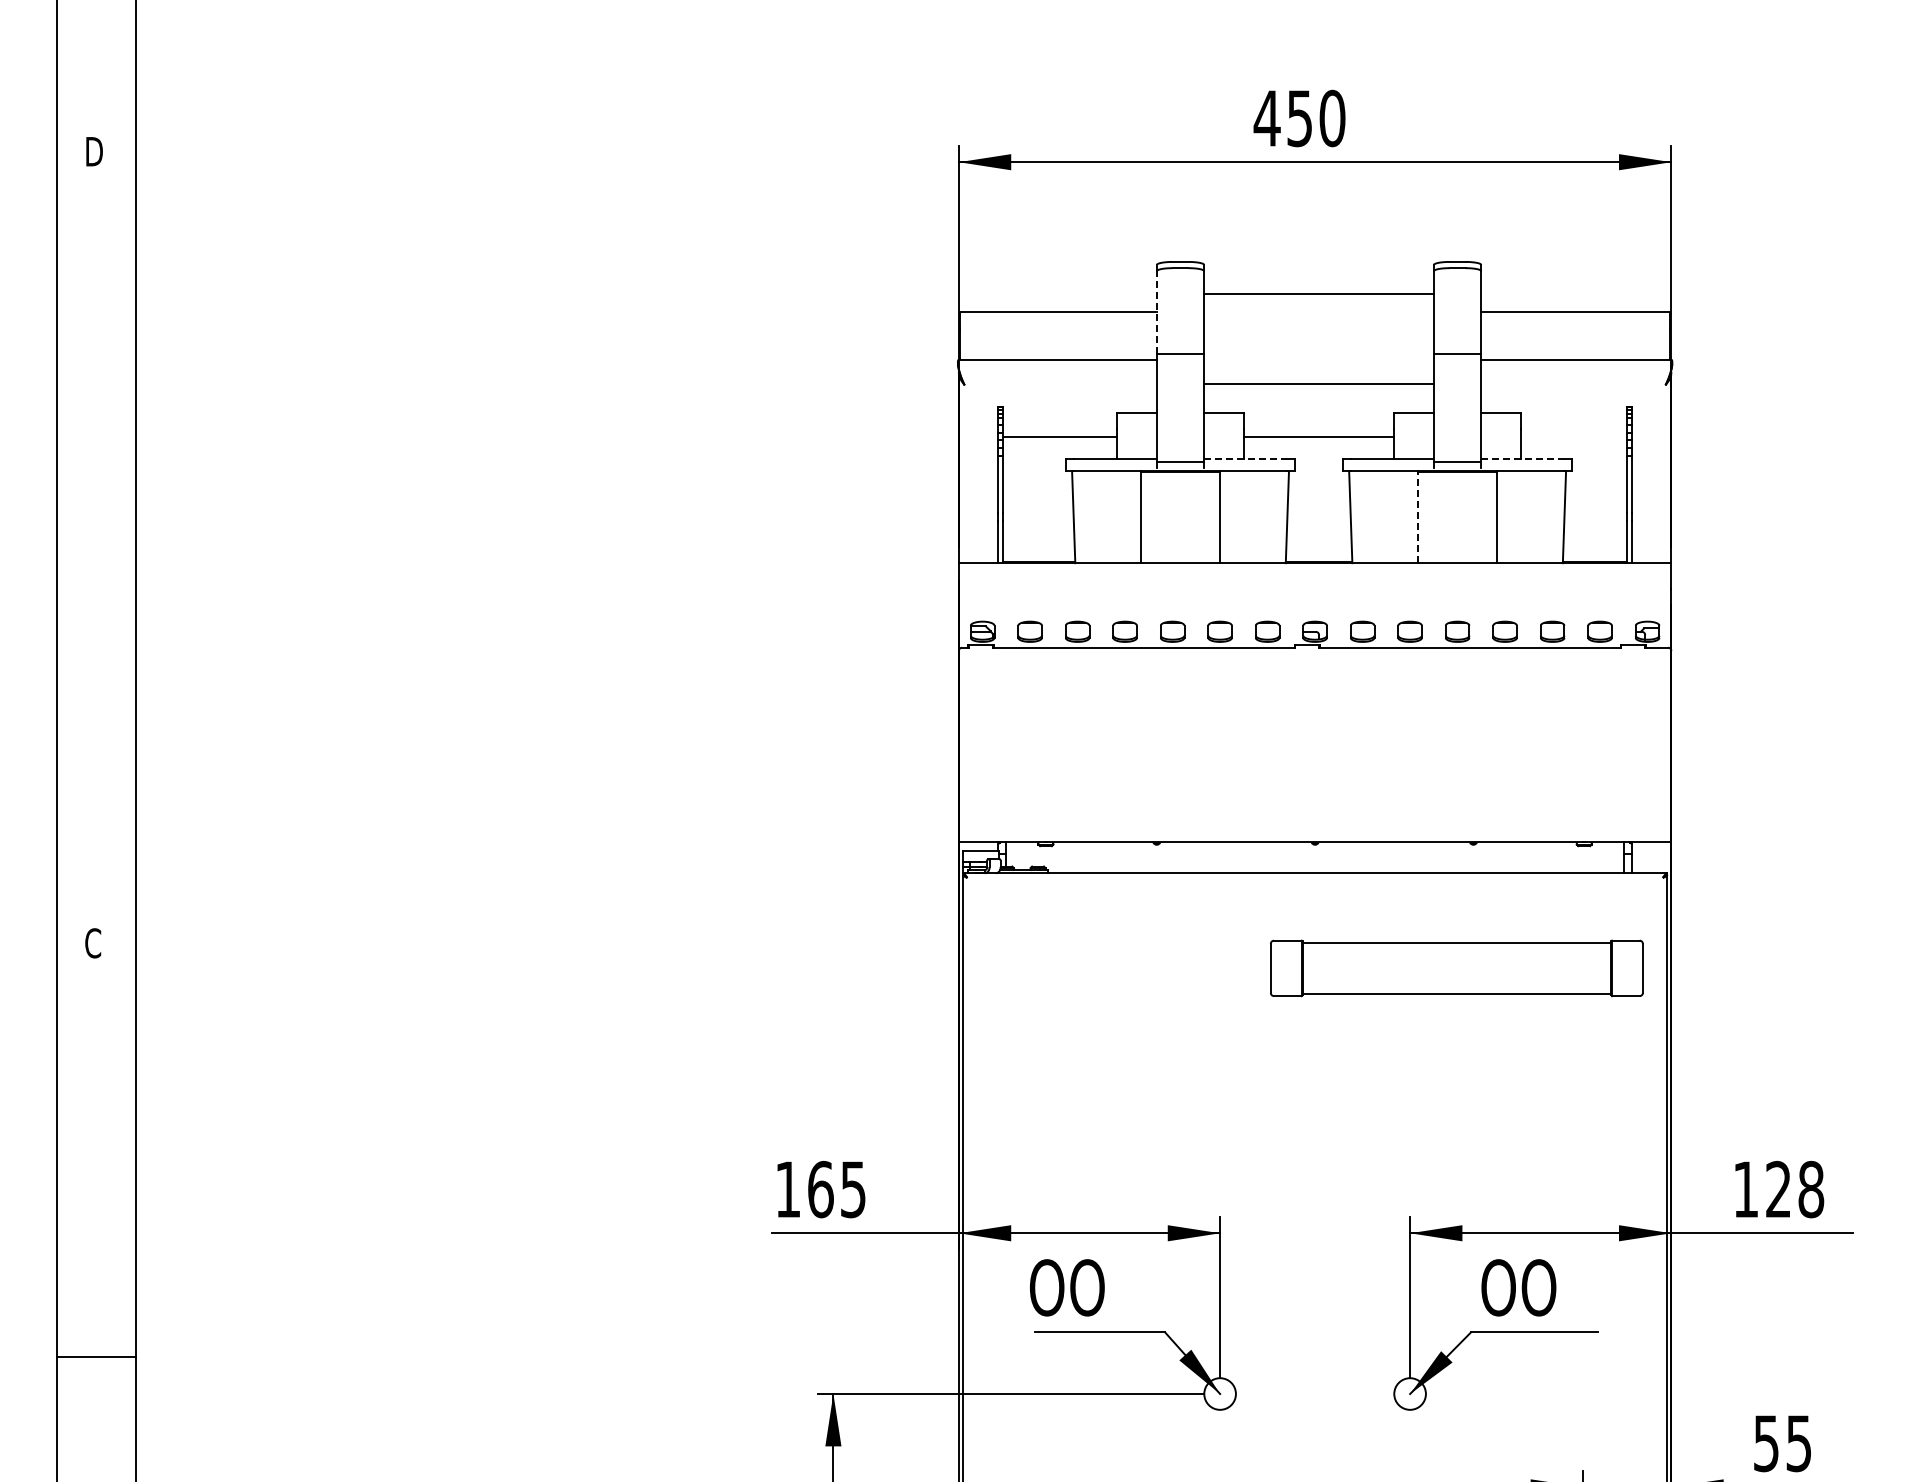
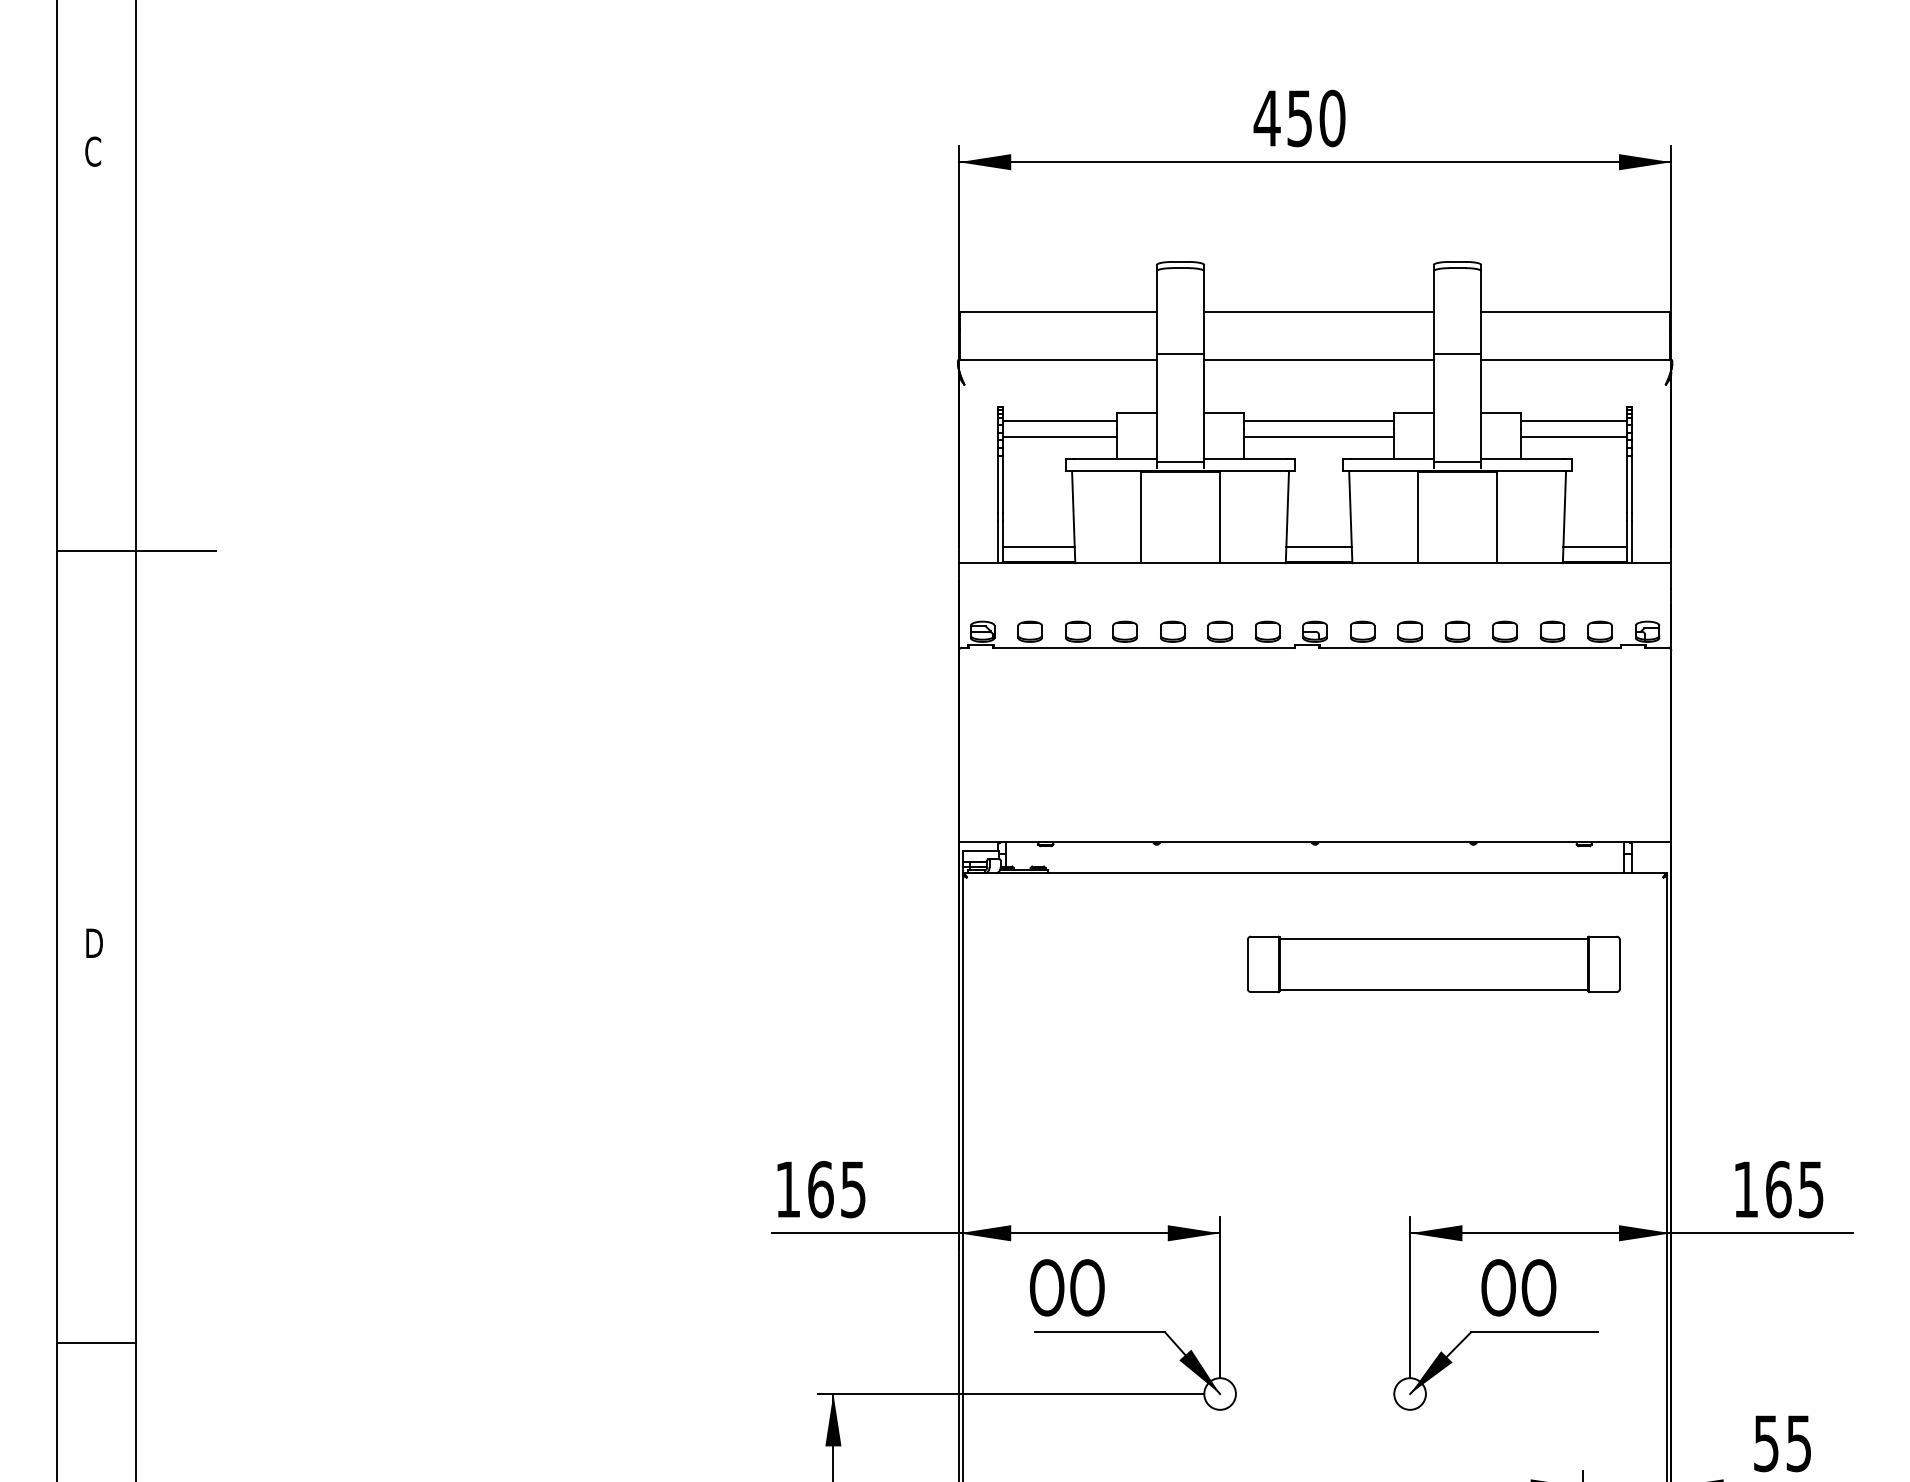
text at (93, 151): D -> C
line at (1318, 294) position: (1318, 294) -> (1318, 312)
line at (1156, 312): dashed -> solid
line at (1318, 383) position: (1318, 383) -> (1318, 359)
line at (1060, 421): none -> present
line at (1318, 421): none -> present
line at (1573, 421): none -> present
line at (1573, 437): none -> present
line at (1245, 458): dashed -> solid
line at (1522, 458): dashed -> solid
line at (1418, 517): dashed -> solid
line at (1038, 546): none -> present
line at (1318, 546): none -> present
line at (1595, 546): none -> present
line at (136, 551): none -> present
text at (93, 943): C -> D
part at (1456, 968) position: (1456, 968) -> (1433, 964)
text at (1795, 1189): 128 -> 165
line at (96, 1356) position: (96, 1356) -> (96, 1342)
